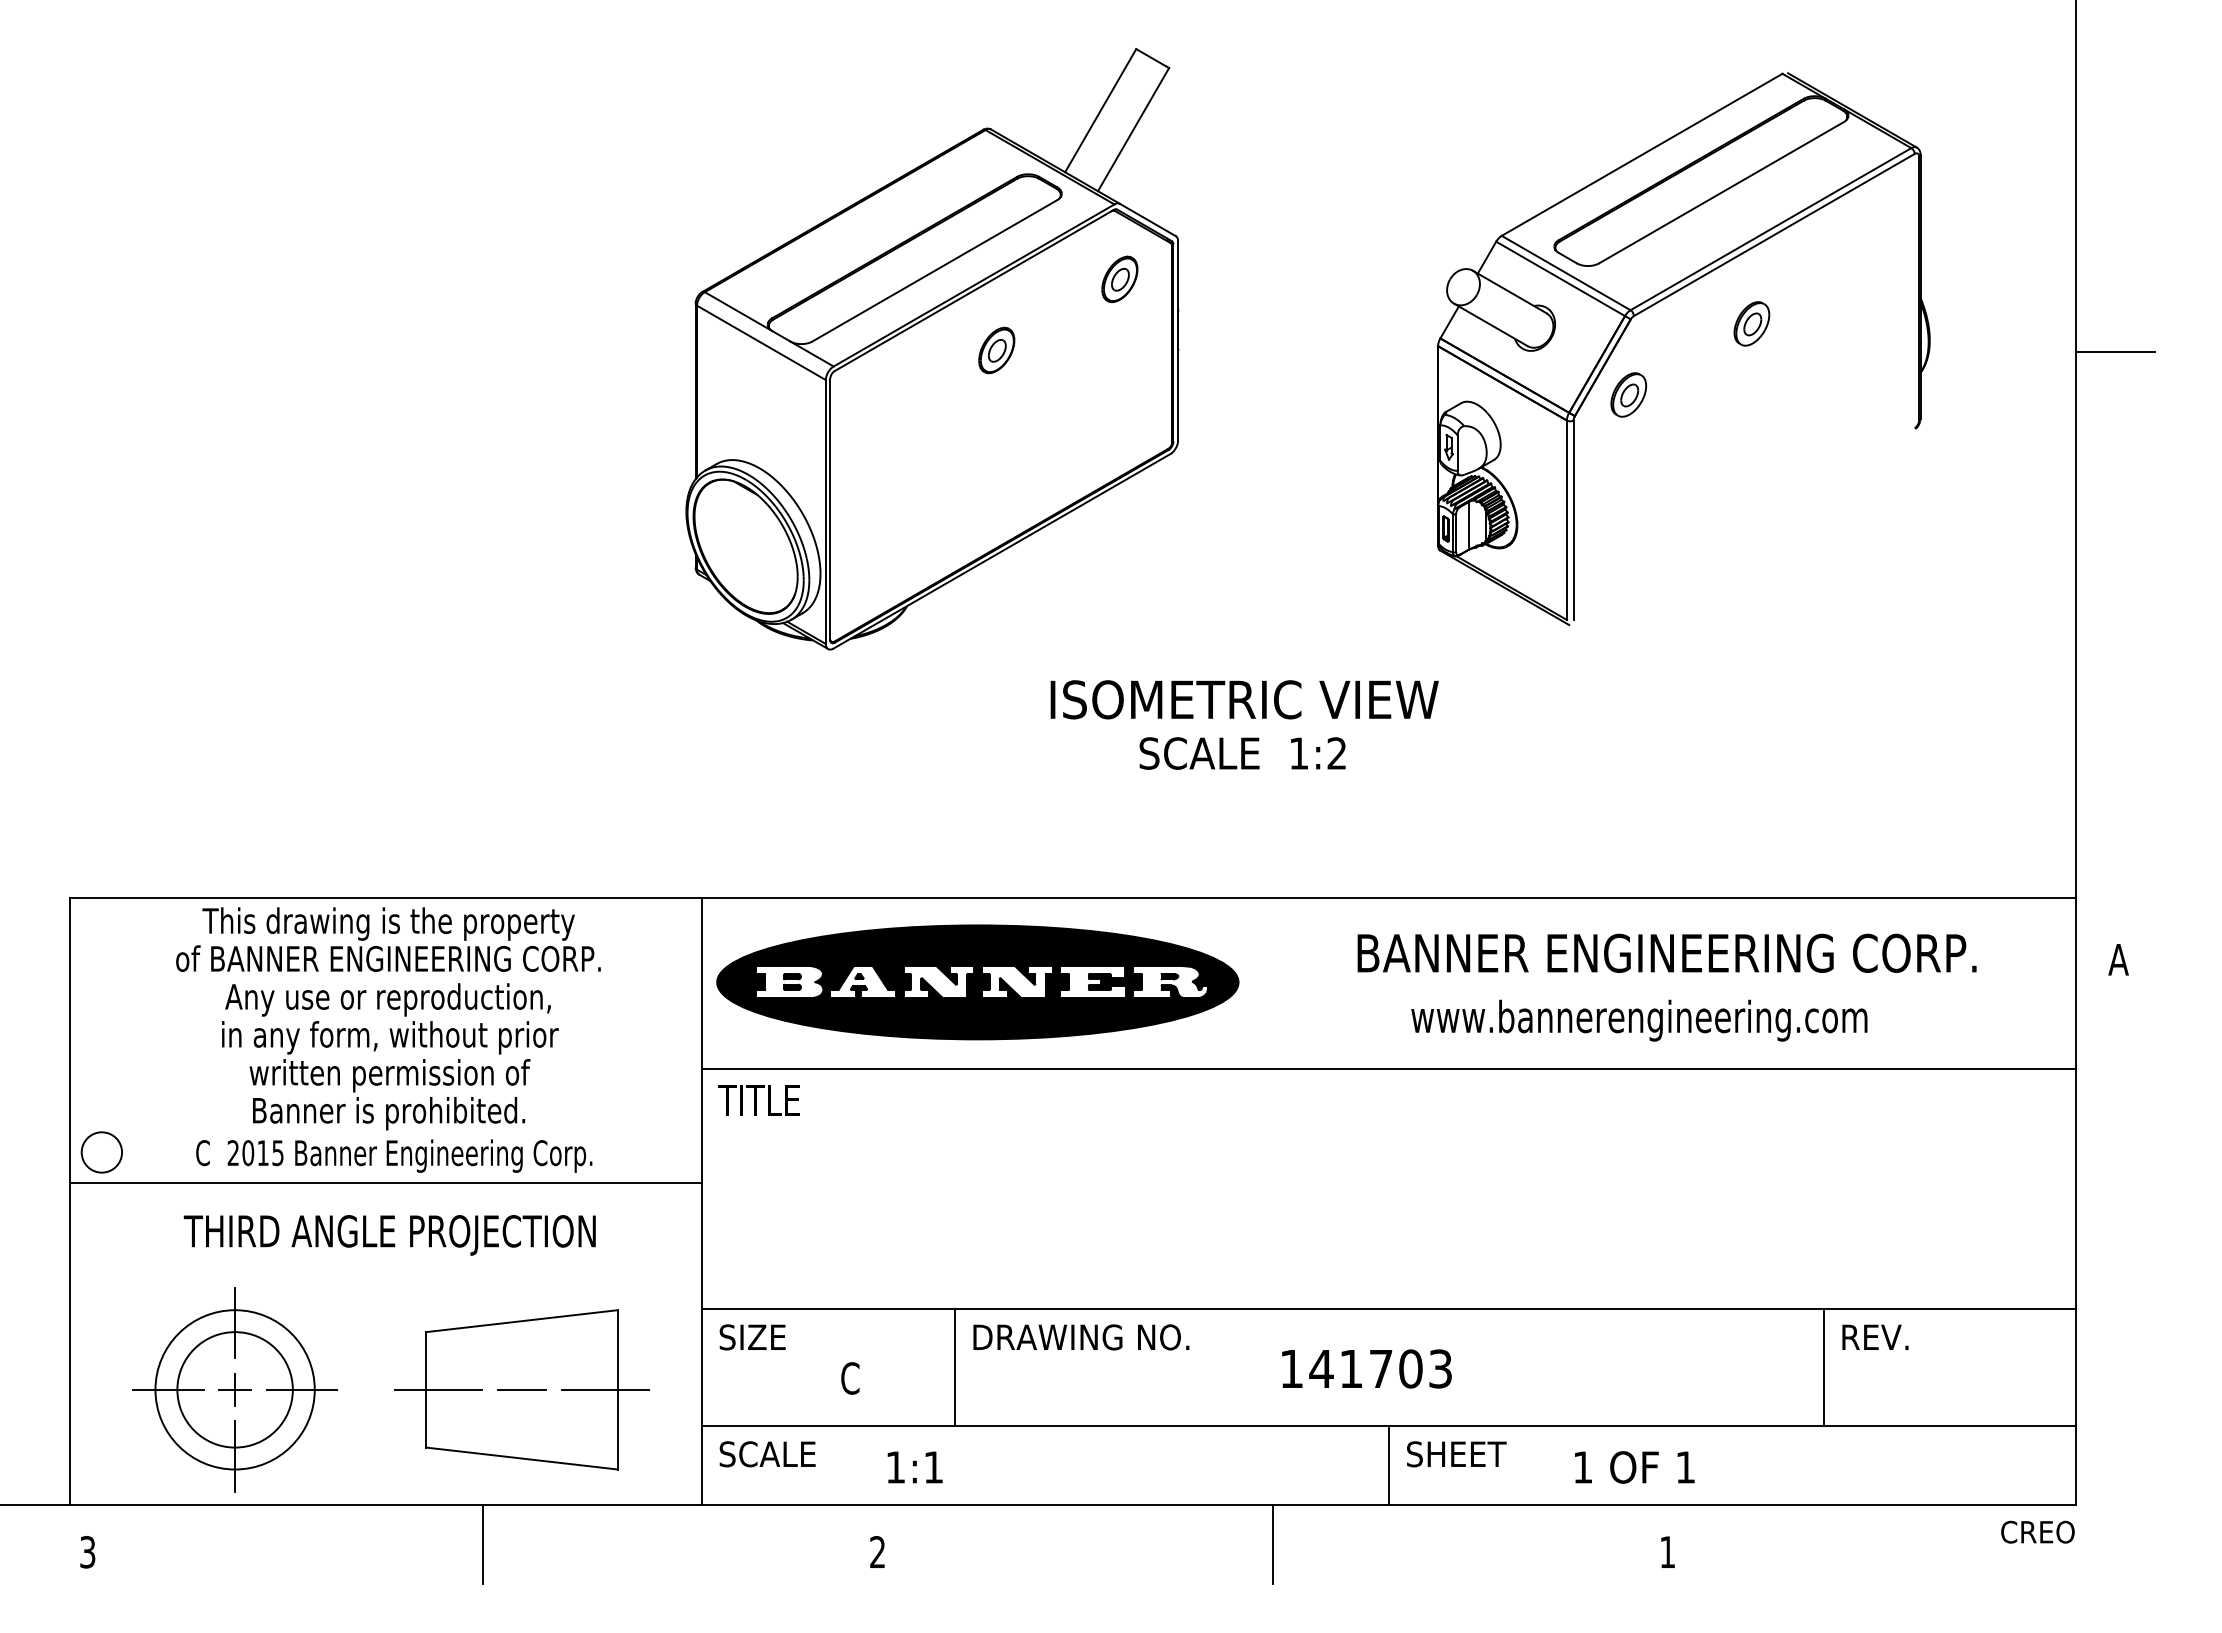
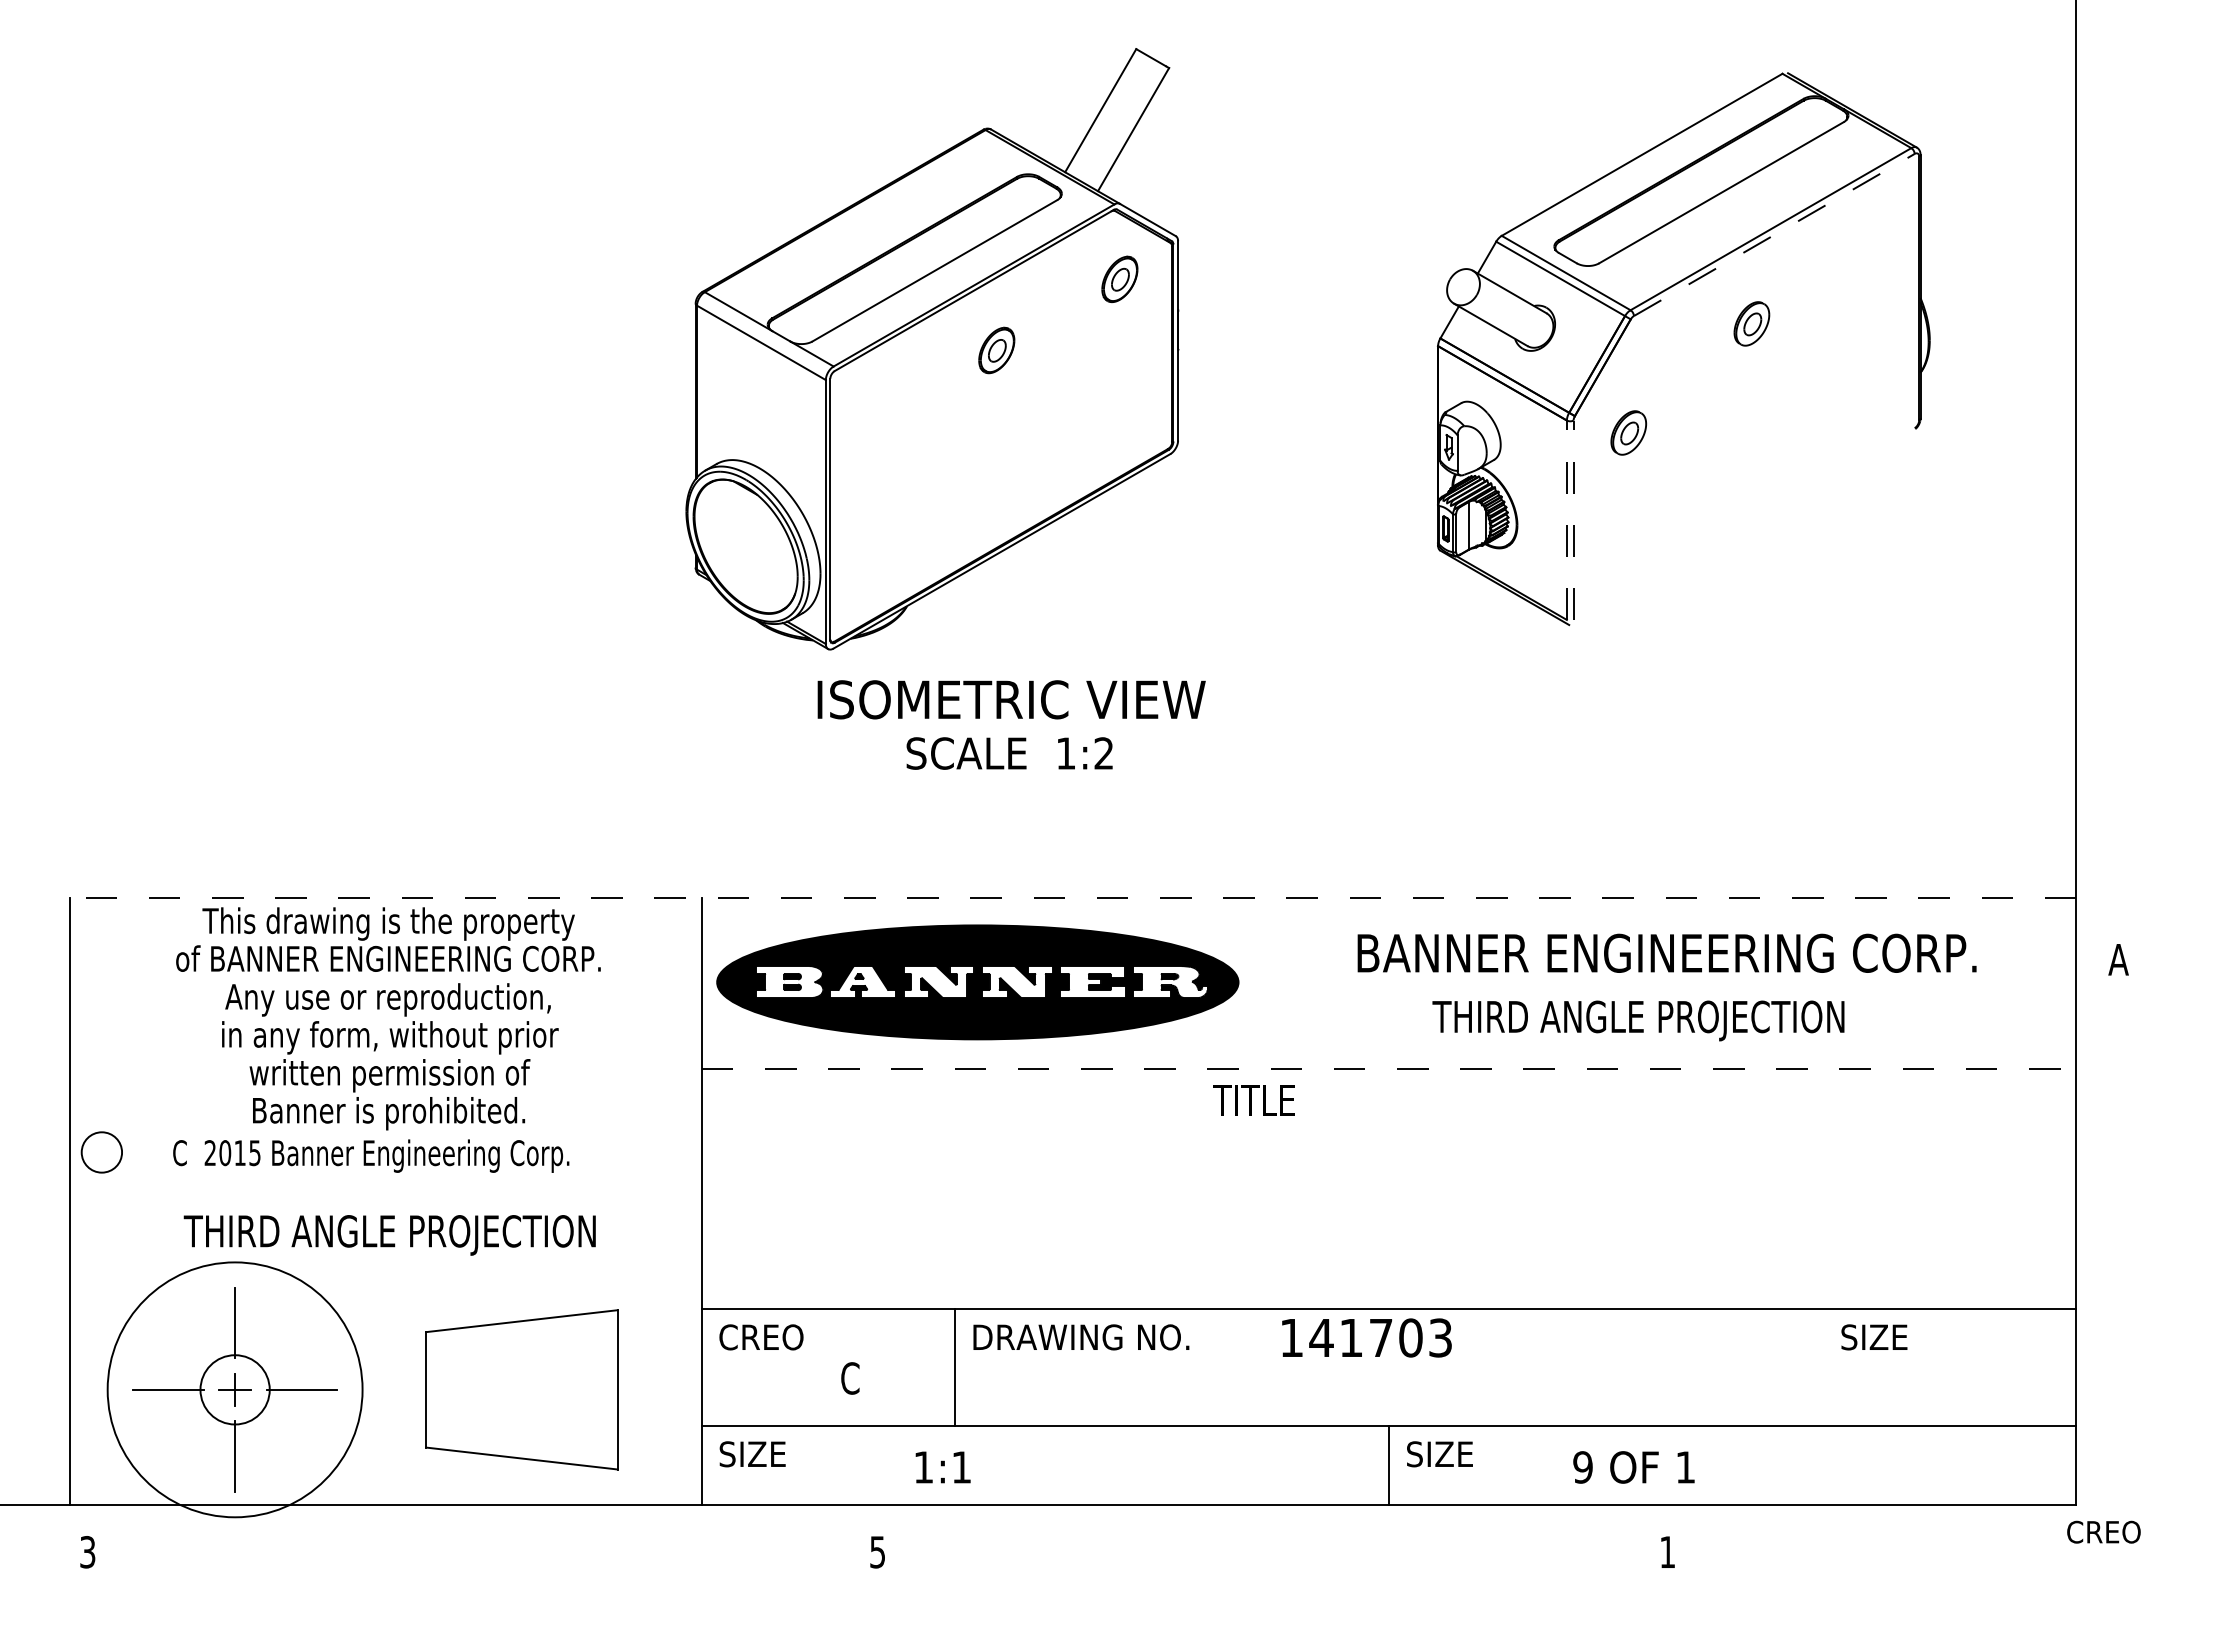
line at (1774, 234): solid -> dashed
line at (2115, 351): present -> none
part at (1628, 394) position: (1628, 394) -> (1628, 432)
line at (1566, 520): solid -> dashed
line at (1573, 520): solid -> dashed
text at (1244, 724) position: (1244, 724) -> (1011, 724)
line at (1072, 898): solid -> dashed
text at (1639, 1020): www.bannerengineering.com -> THIRD ANGLE PROJECTION
line at (1389, 1068): solid -> dashed
text at (758, 1100) position: (758, 1100) -> (1253, 1100)
text at (394, 1155) position: (394, 1155) -> (371, 1155)
line at (385, 1182): present -> none
text at (761, 1337): SIZE -> CREO
text at (1874, 1337): REV. -> SIZE
line at (1823, 1366): present -> none
text at (1366, 1368) position: (1366, 1368) -> (1366, 1337)
circle at (234, 1389) diameter: 115 px -> 69 px
circle at (234, 1389) diameter: 159 px -> 255 px
line at (438, 1389): present -> none
line at (521, 1389): present -> none
line at (605, 1389): present -> none
text at (1468, 1453): SHEET -> SIZE
text at (777, 1454): SCALE -> SIZE
text at (914, 1467) position: (914, 1467) -> (942, 1467)
text at (1582, 1467): 1 -> 9
text at (2037, 1531) position: (2037, 1531) -> (2103, 1531)
line at (482, 1543): present -> none
line at (1272, 1543): present -> none
text at (877, 1552): 2 -> 5
